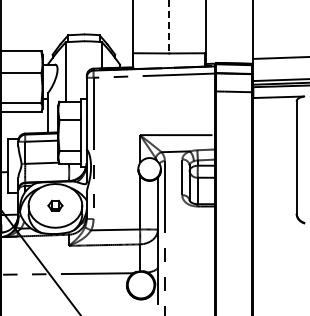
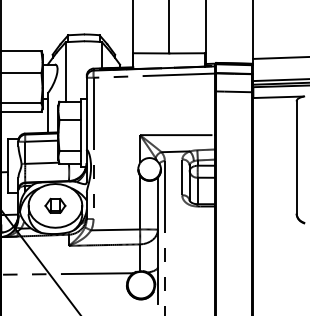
line at (169, 27): dashed -> solid
part at (55, 205) size: 17x13 px -> 23x17 px
